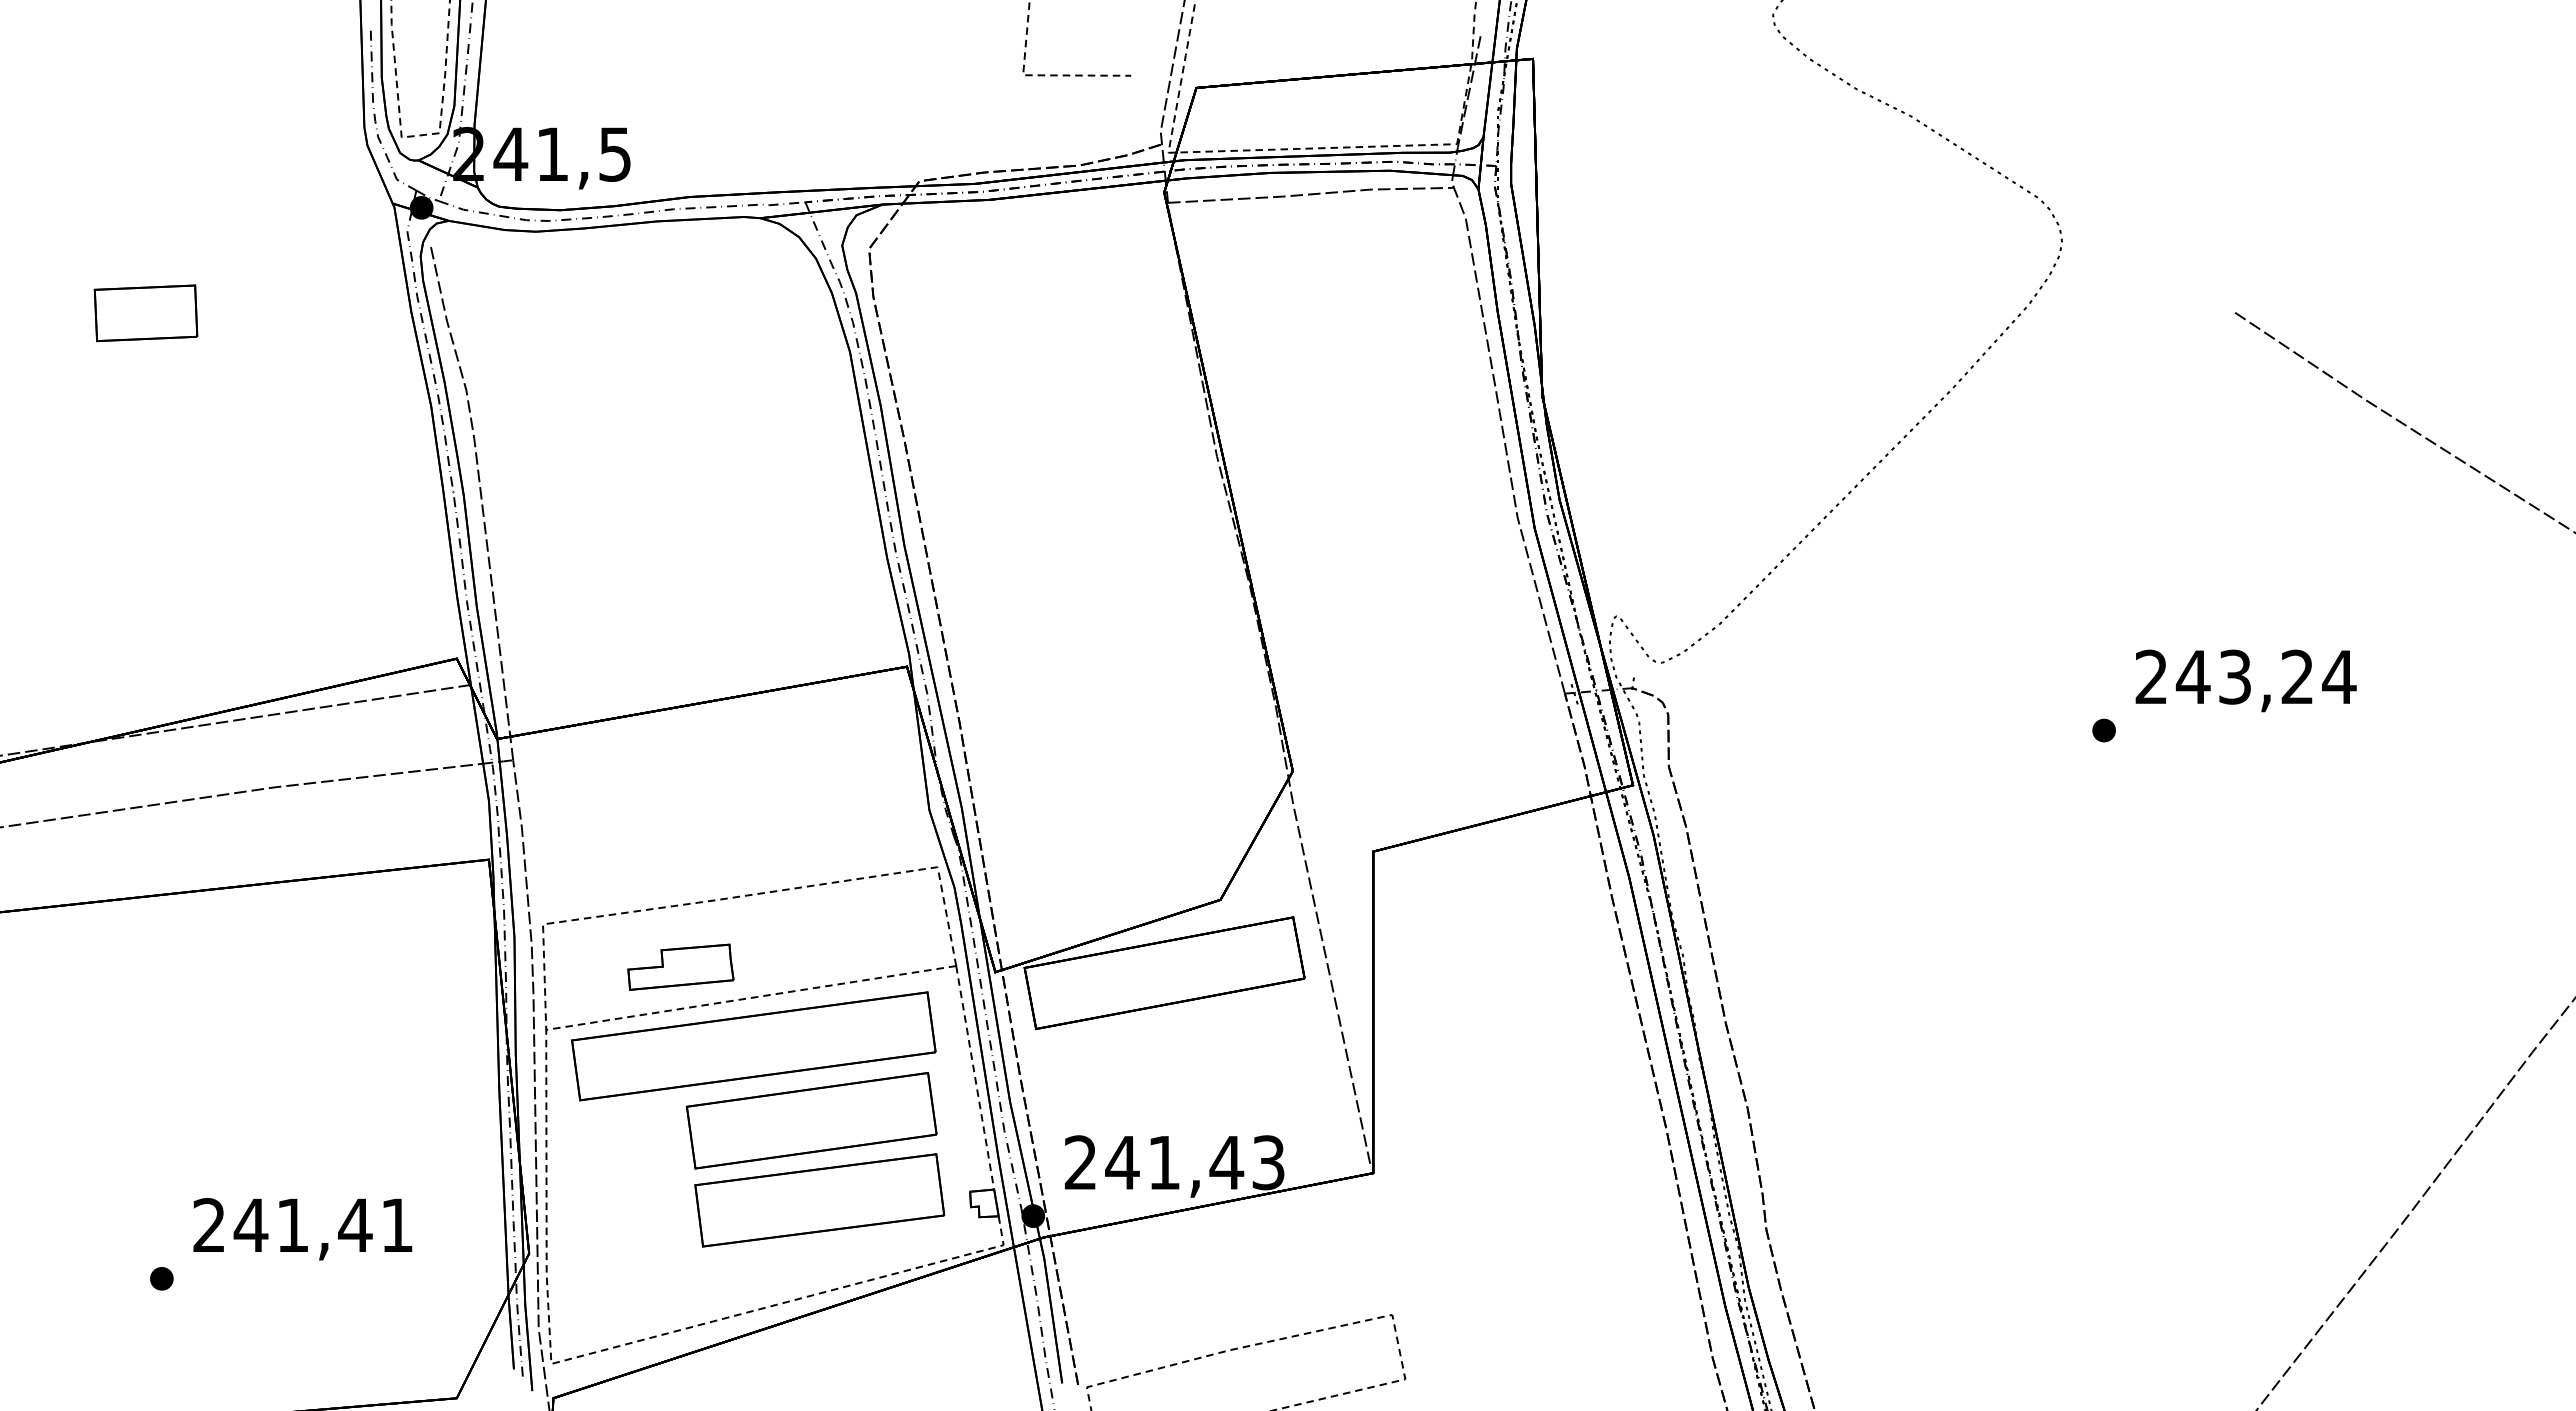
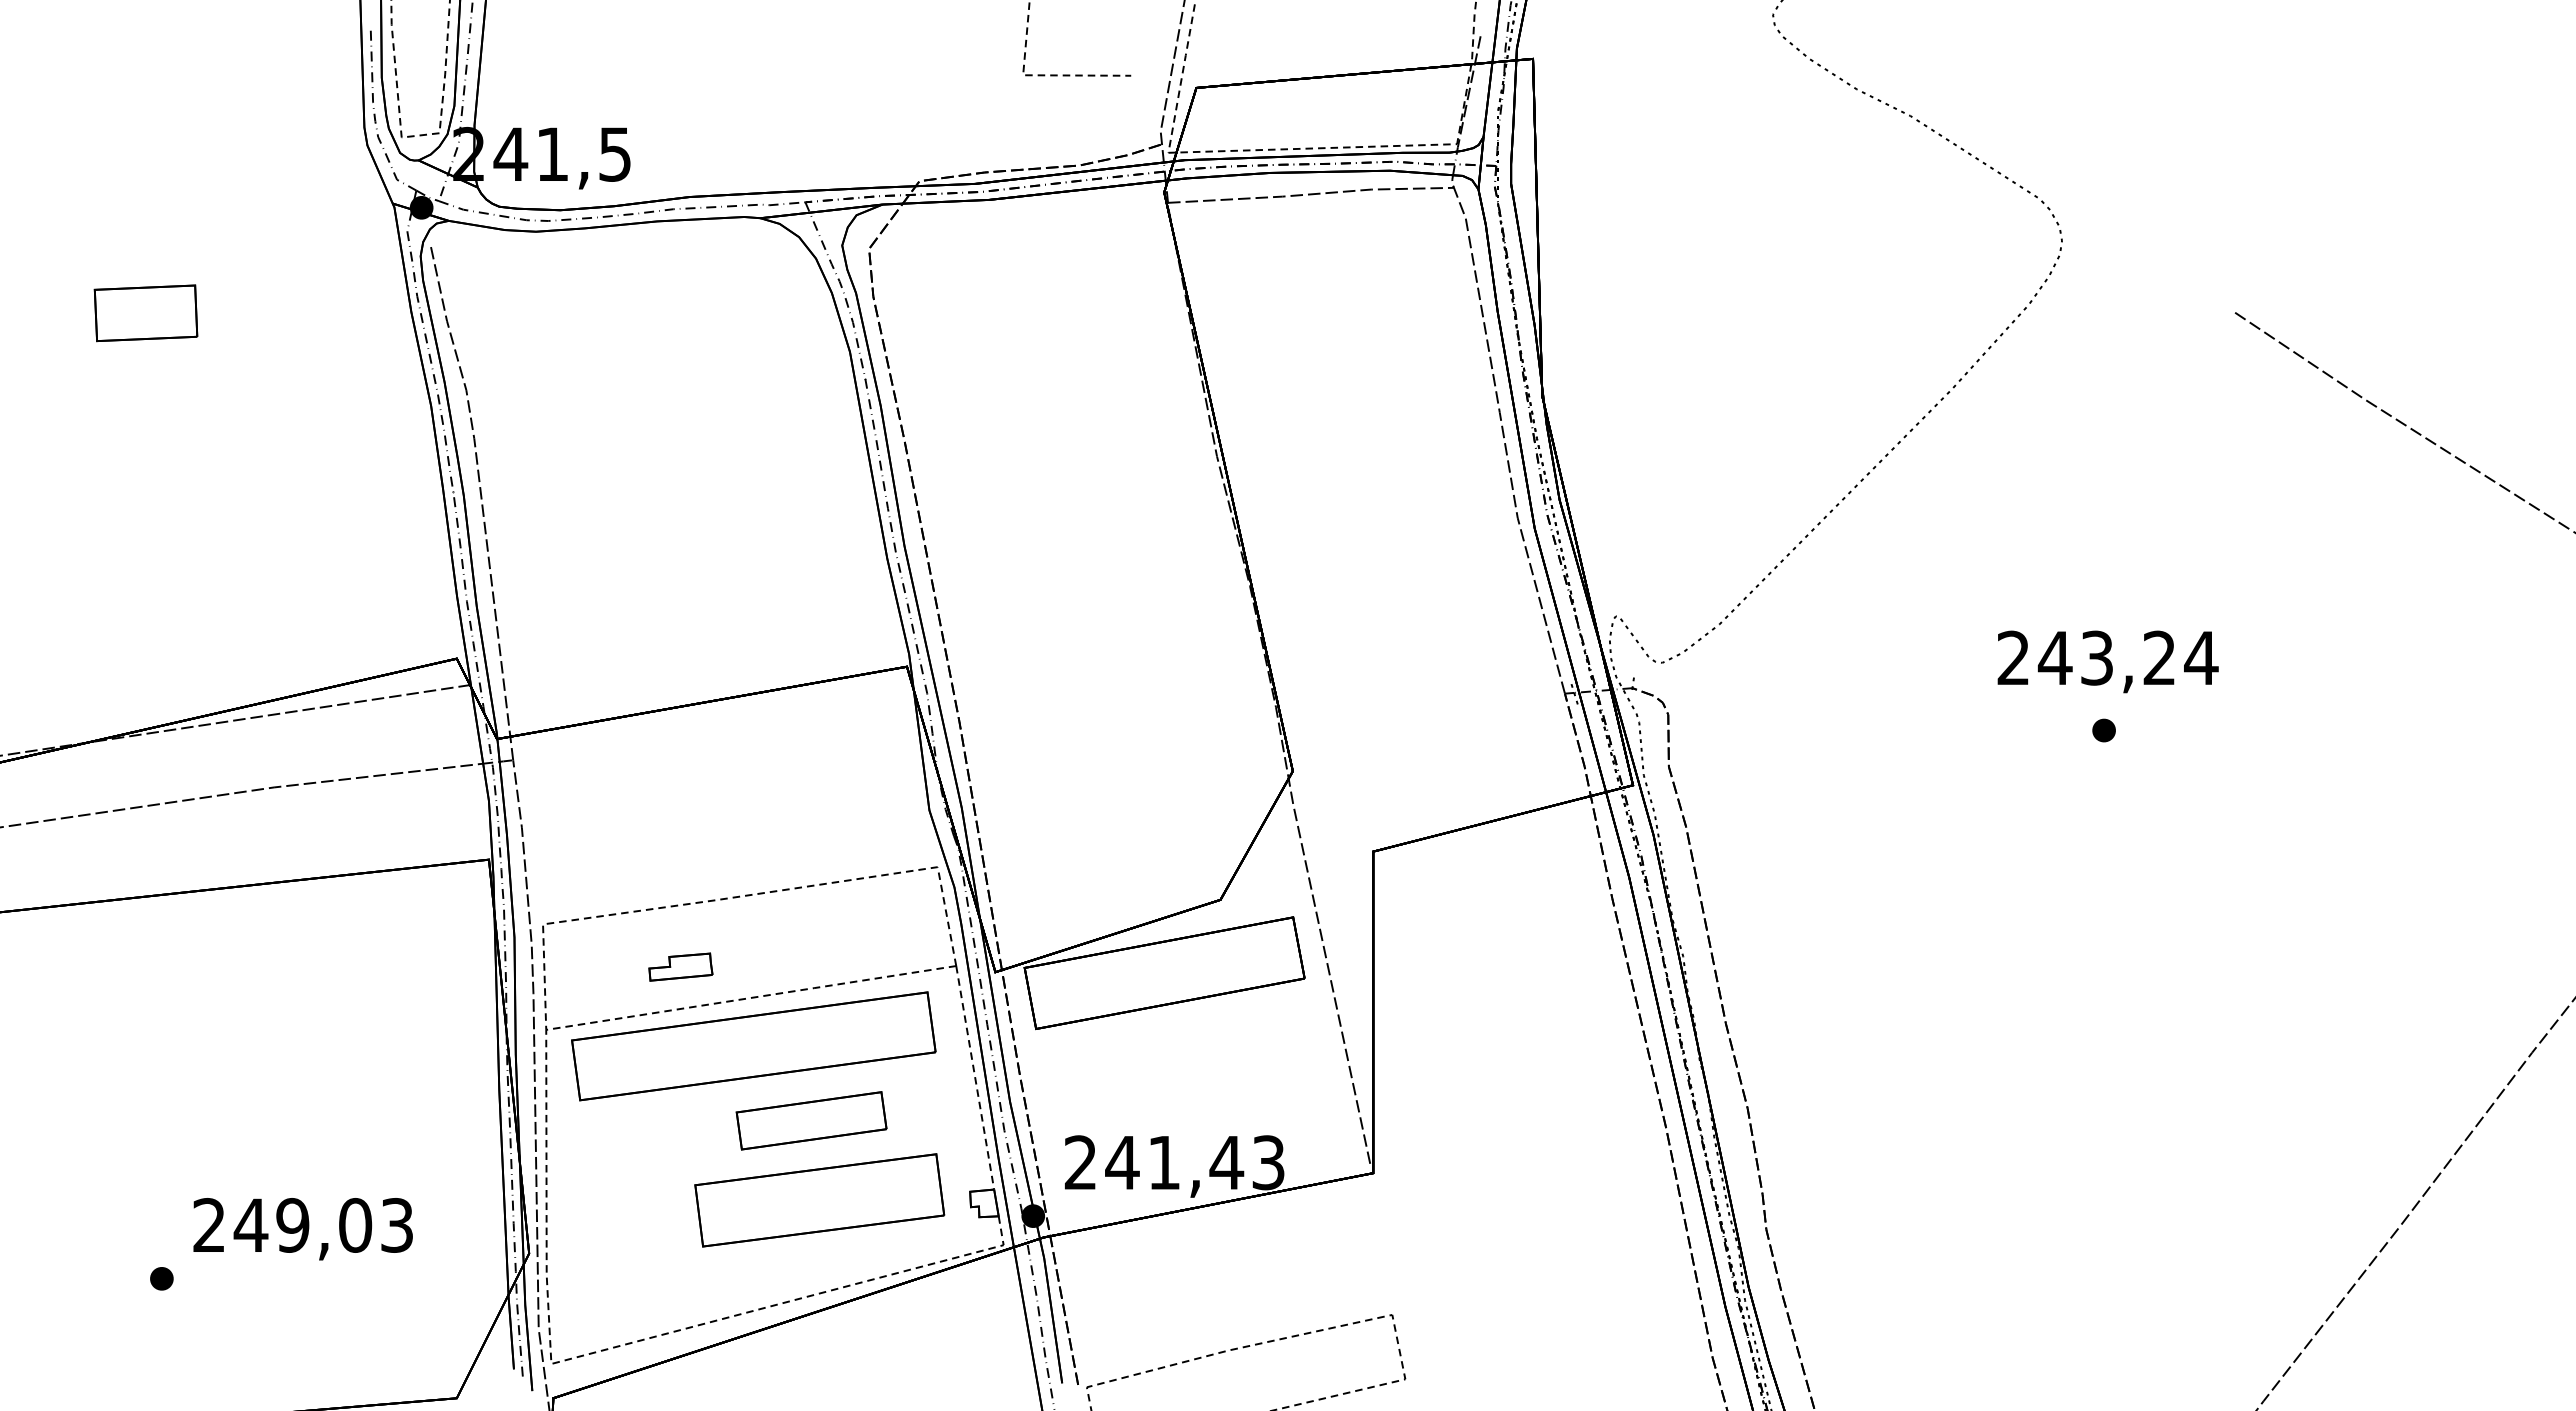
text at (2245, 680) position: (2245, 680) -> (2107, 661)
part at (680, 966) size: 108x48 px -> 66x30 px
part at (811, 1120) size: 253x98 px -> 153x60 px
text at (344, 1225): 241,41 -> 249,03
